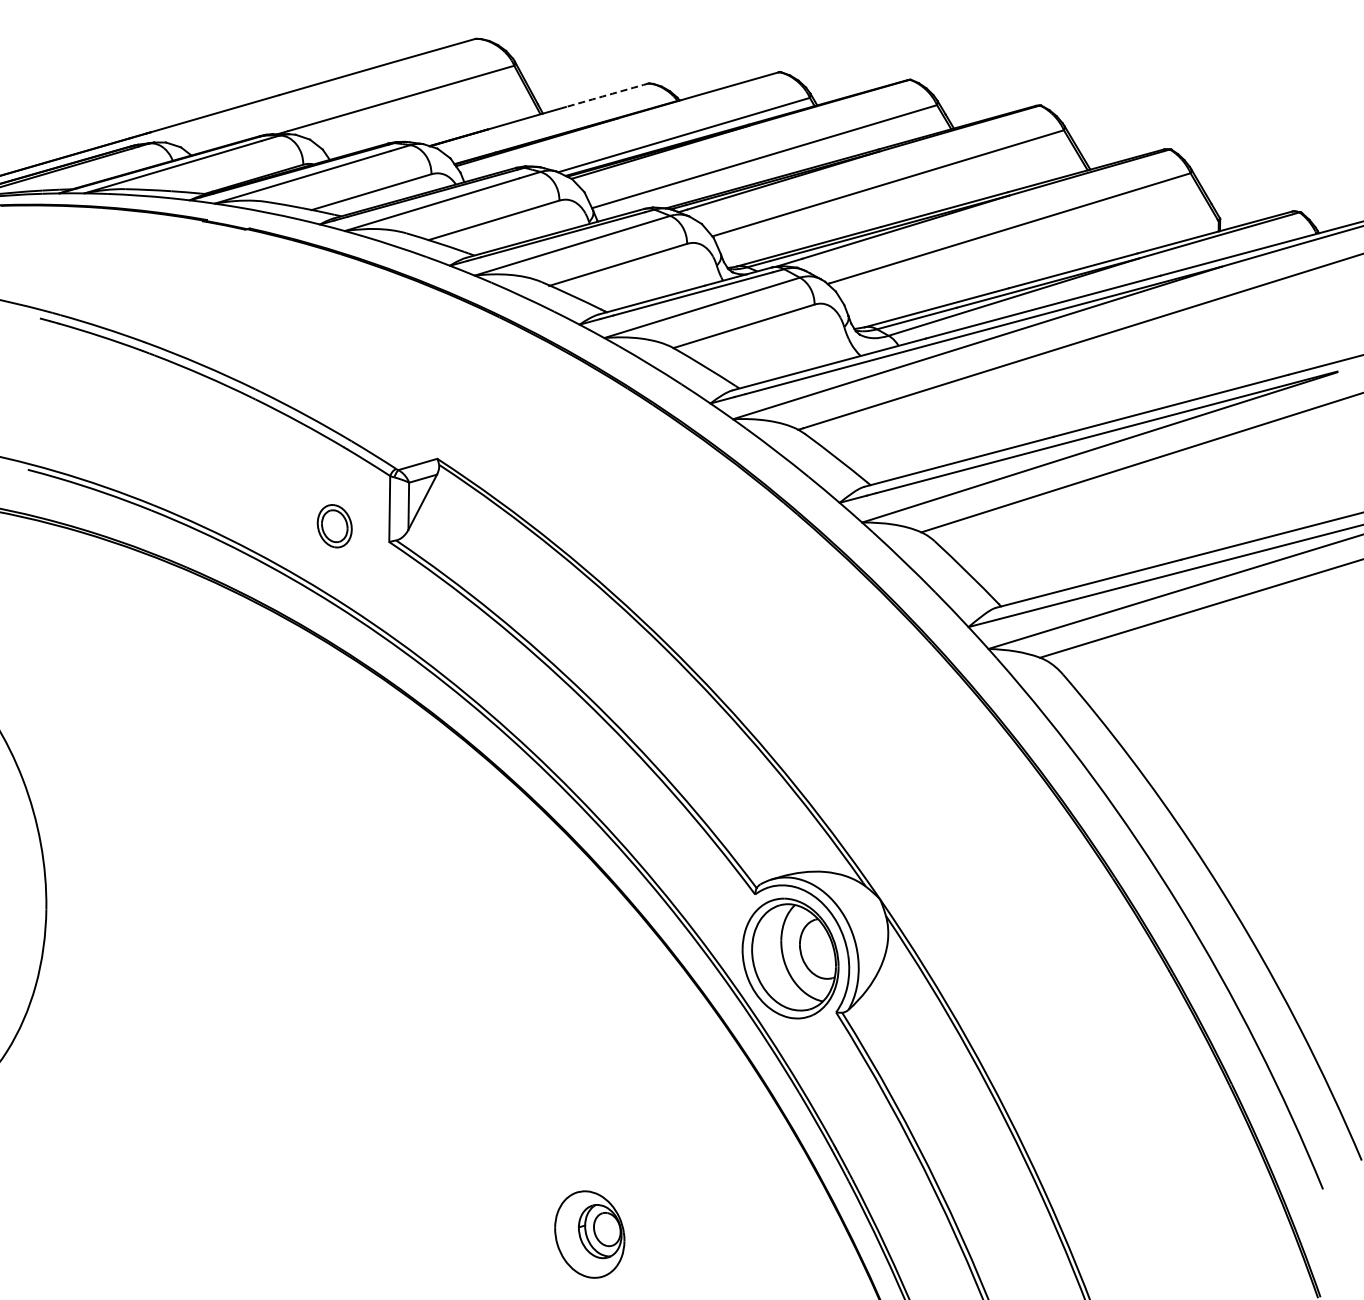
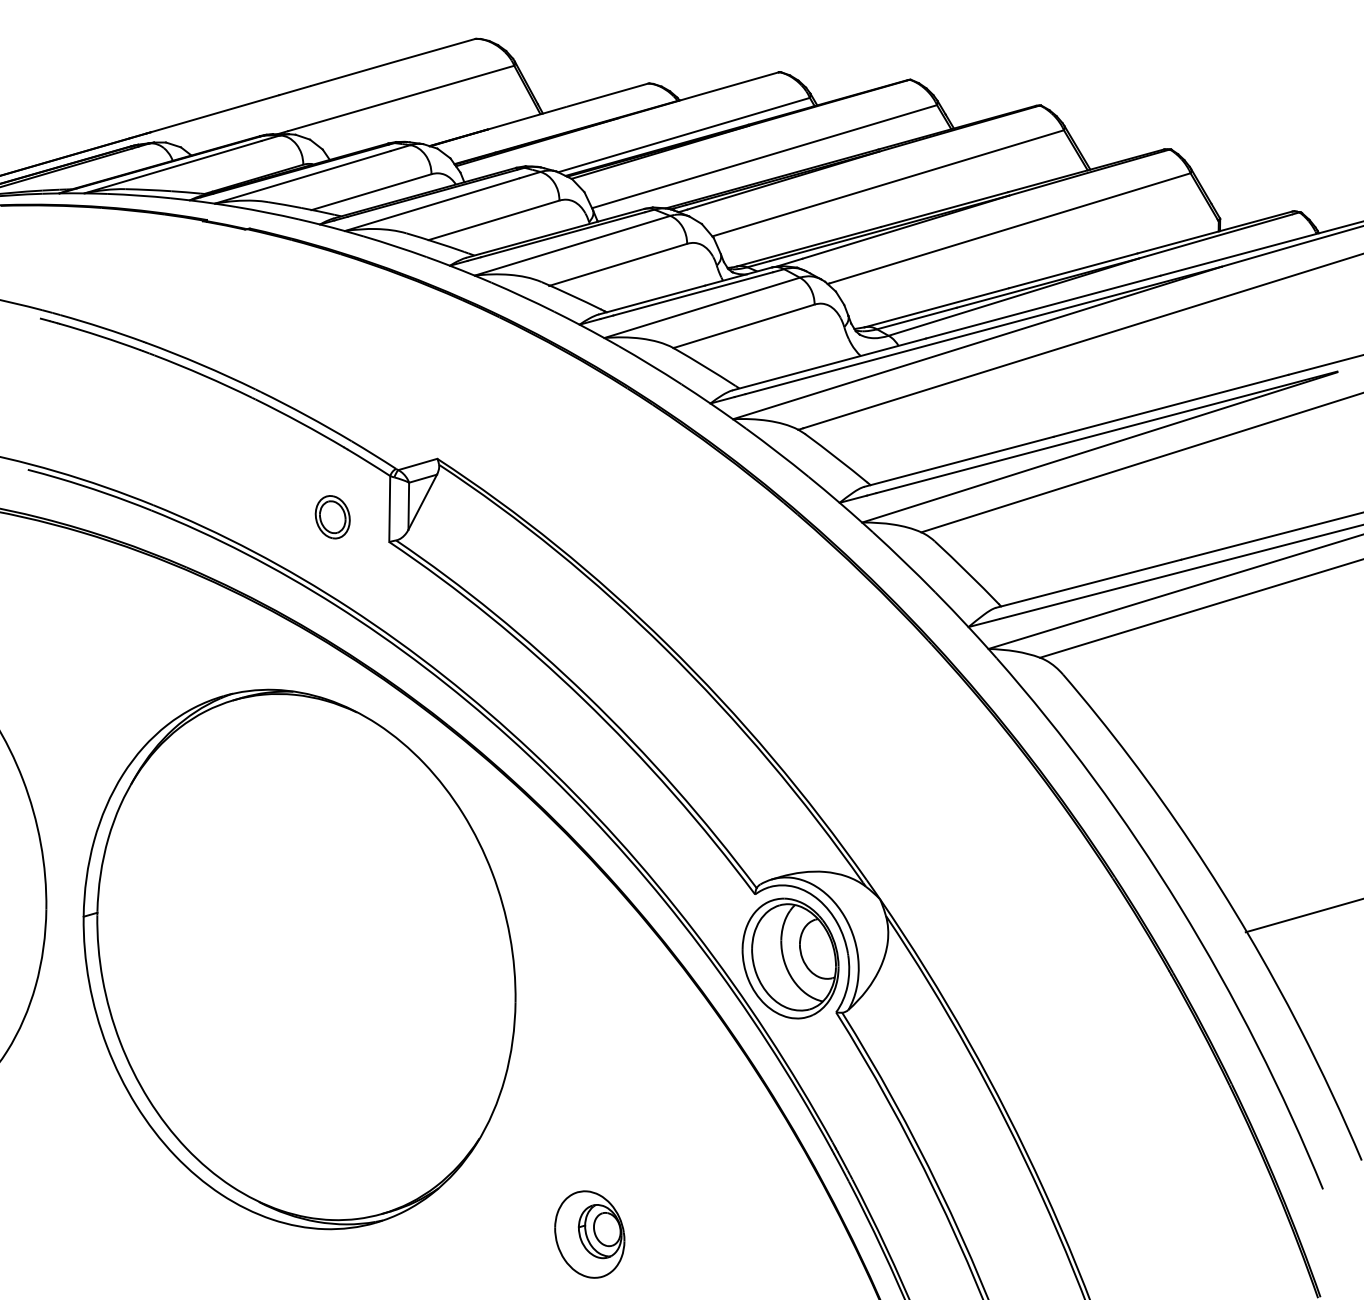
arc at (607, 95): dashed -> solid
part at (334, 526) position: (334, 526) -> (332, 517)
line at (1302, 915): none -> present
part at (299, 959): none -> present
